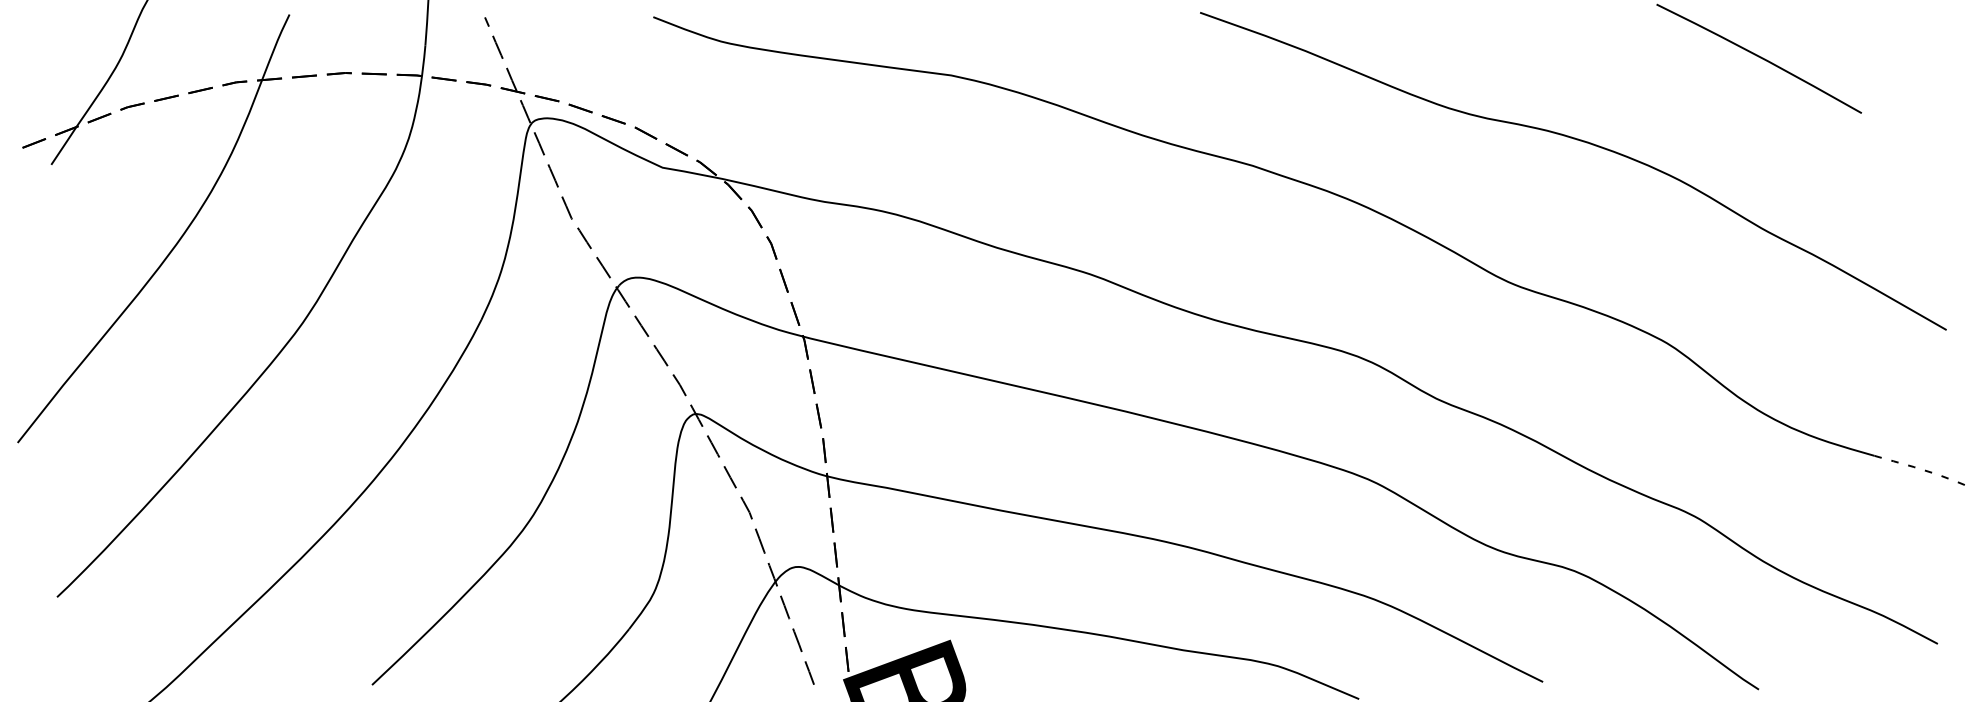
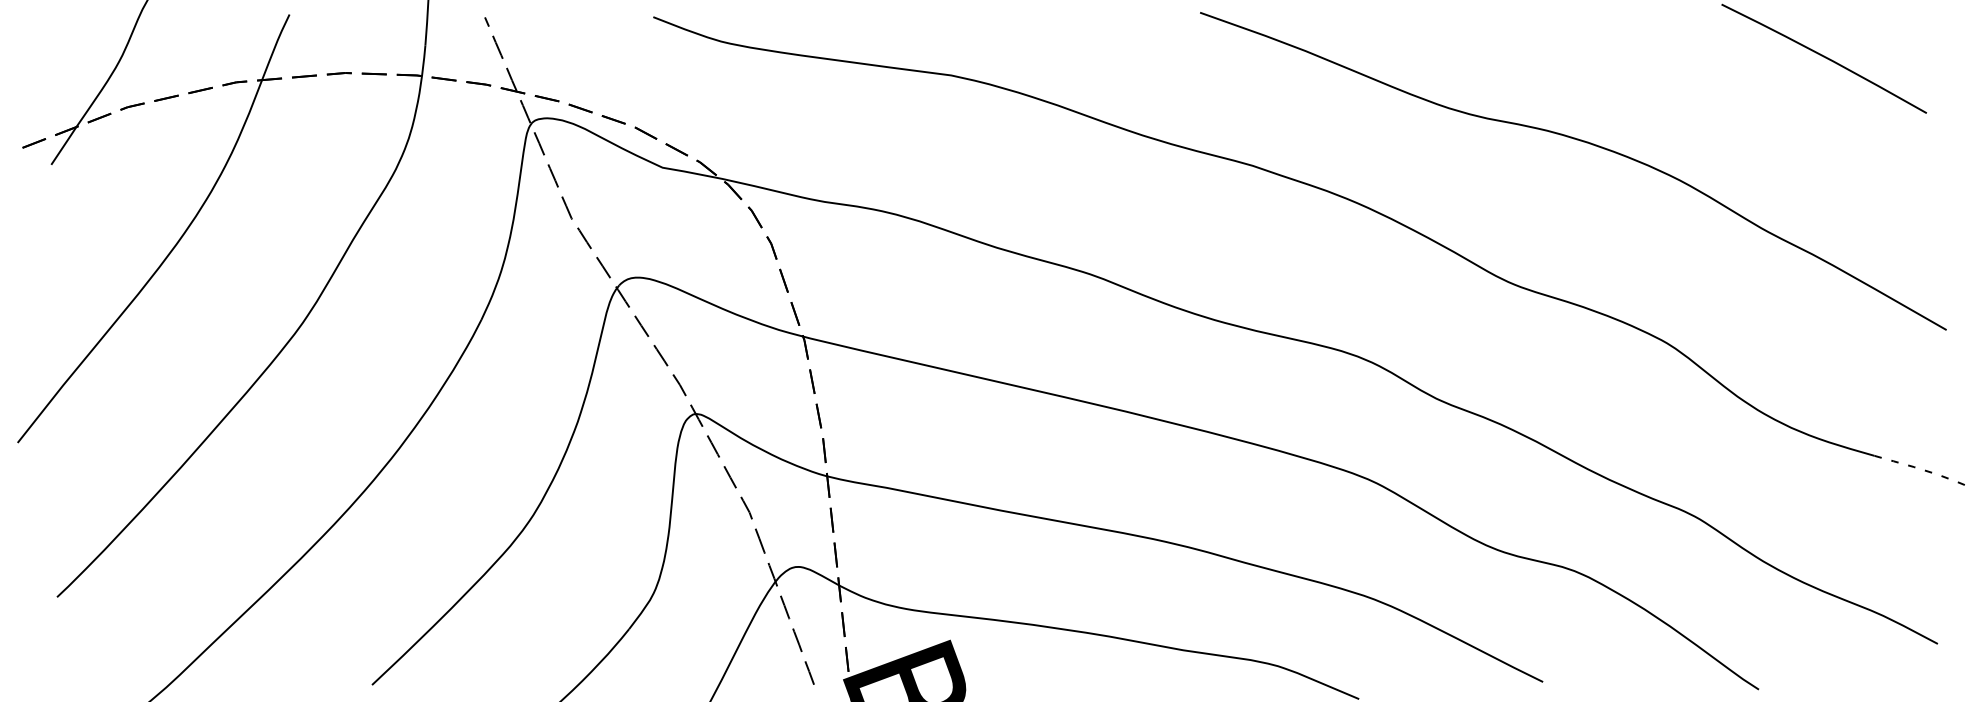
curve at (1758, 57) position: (1758, 57) -> (1823, 57)
